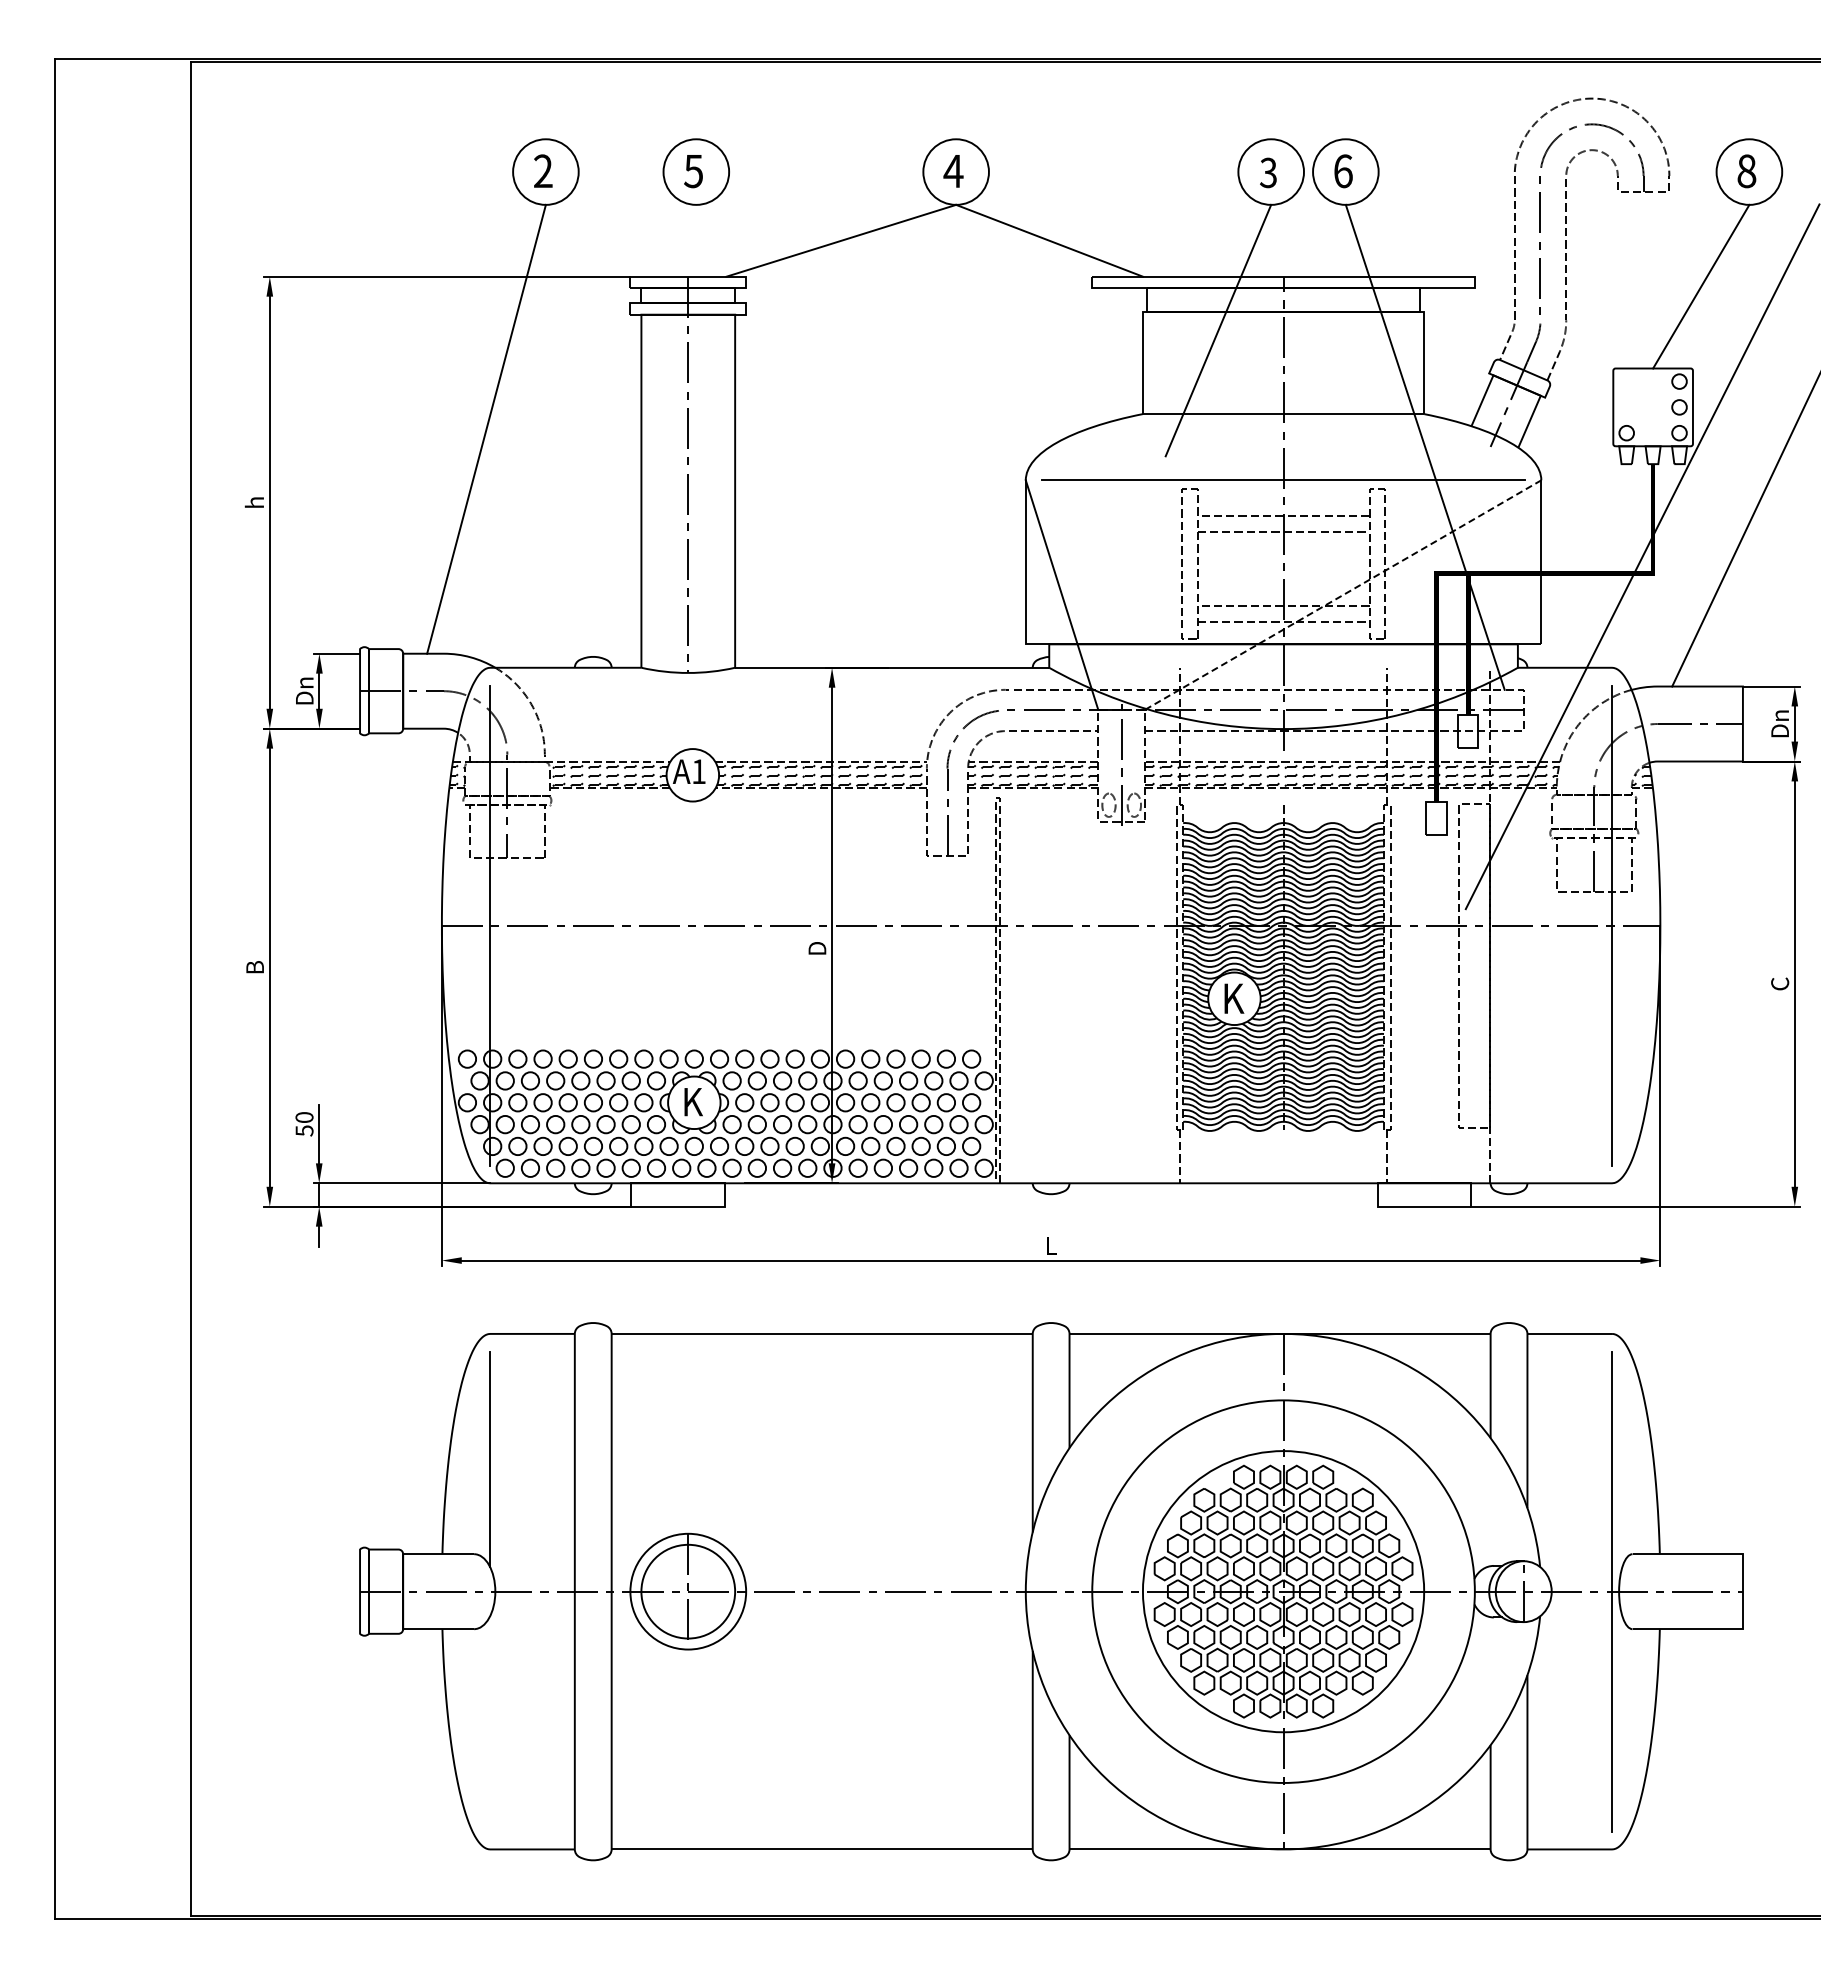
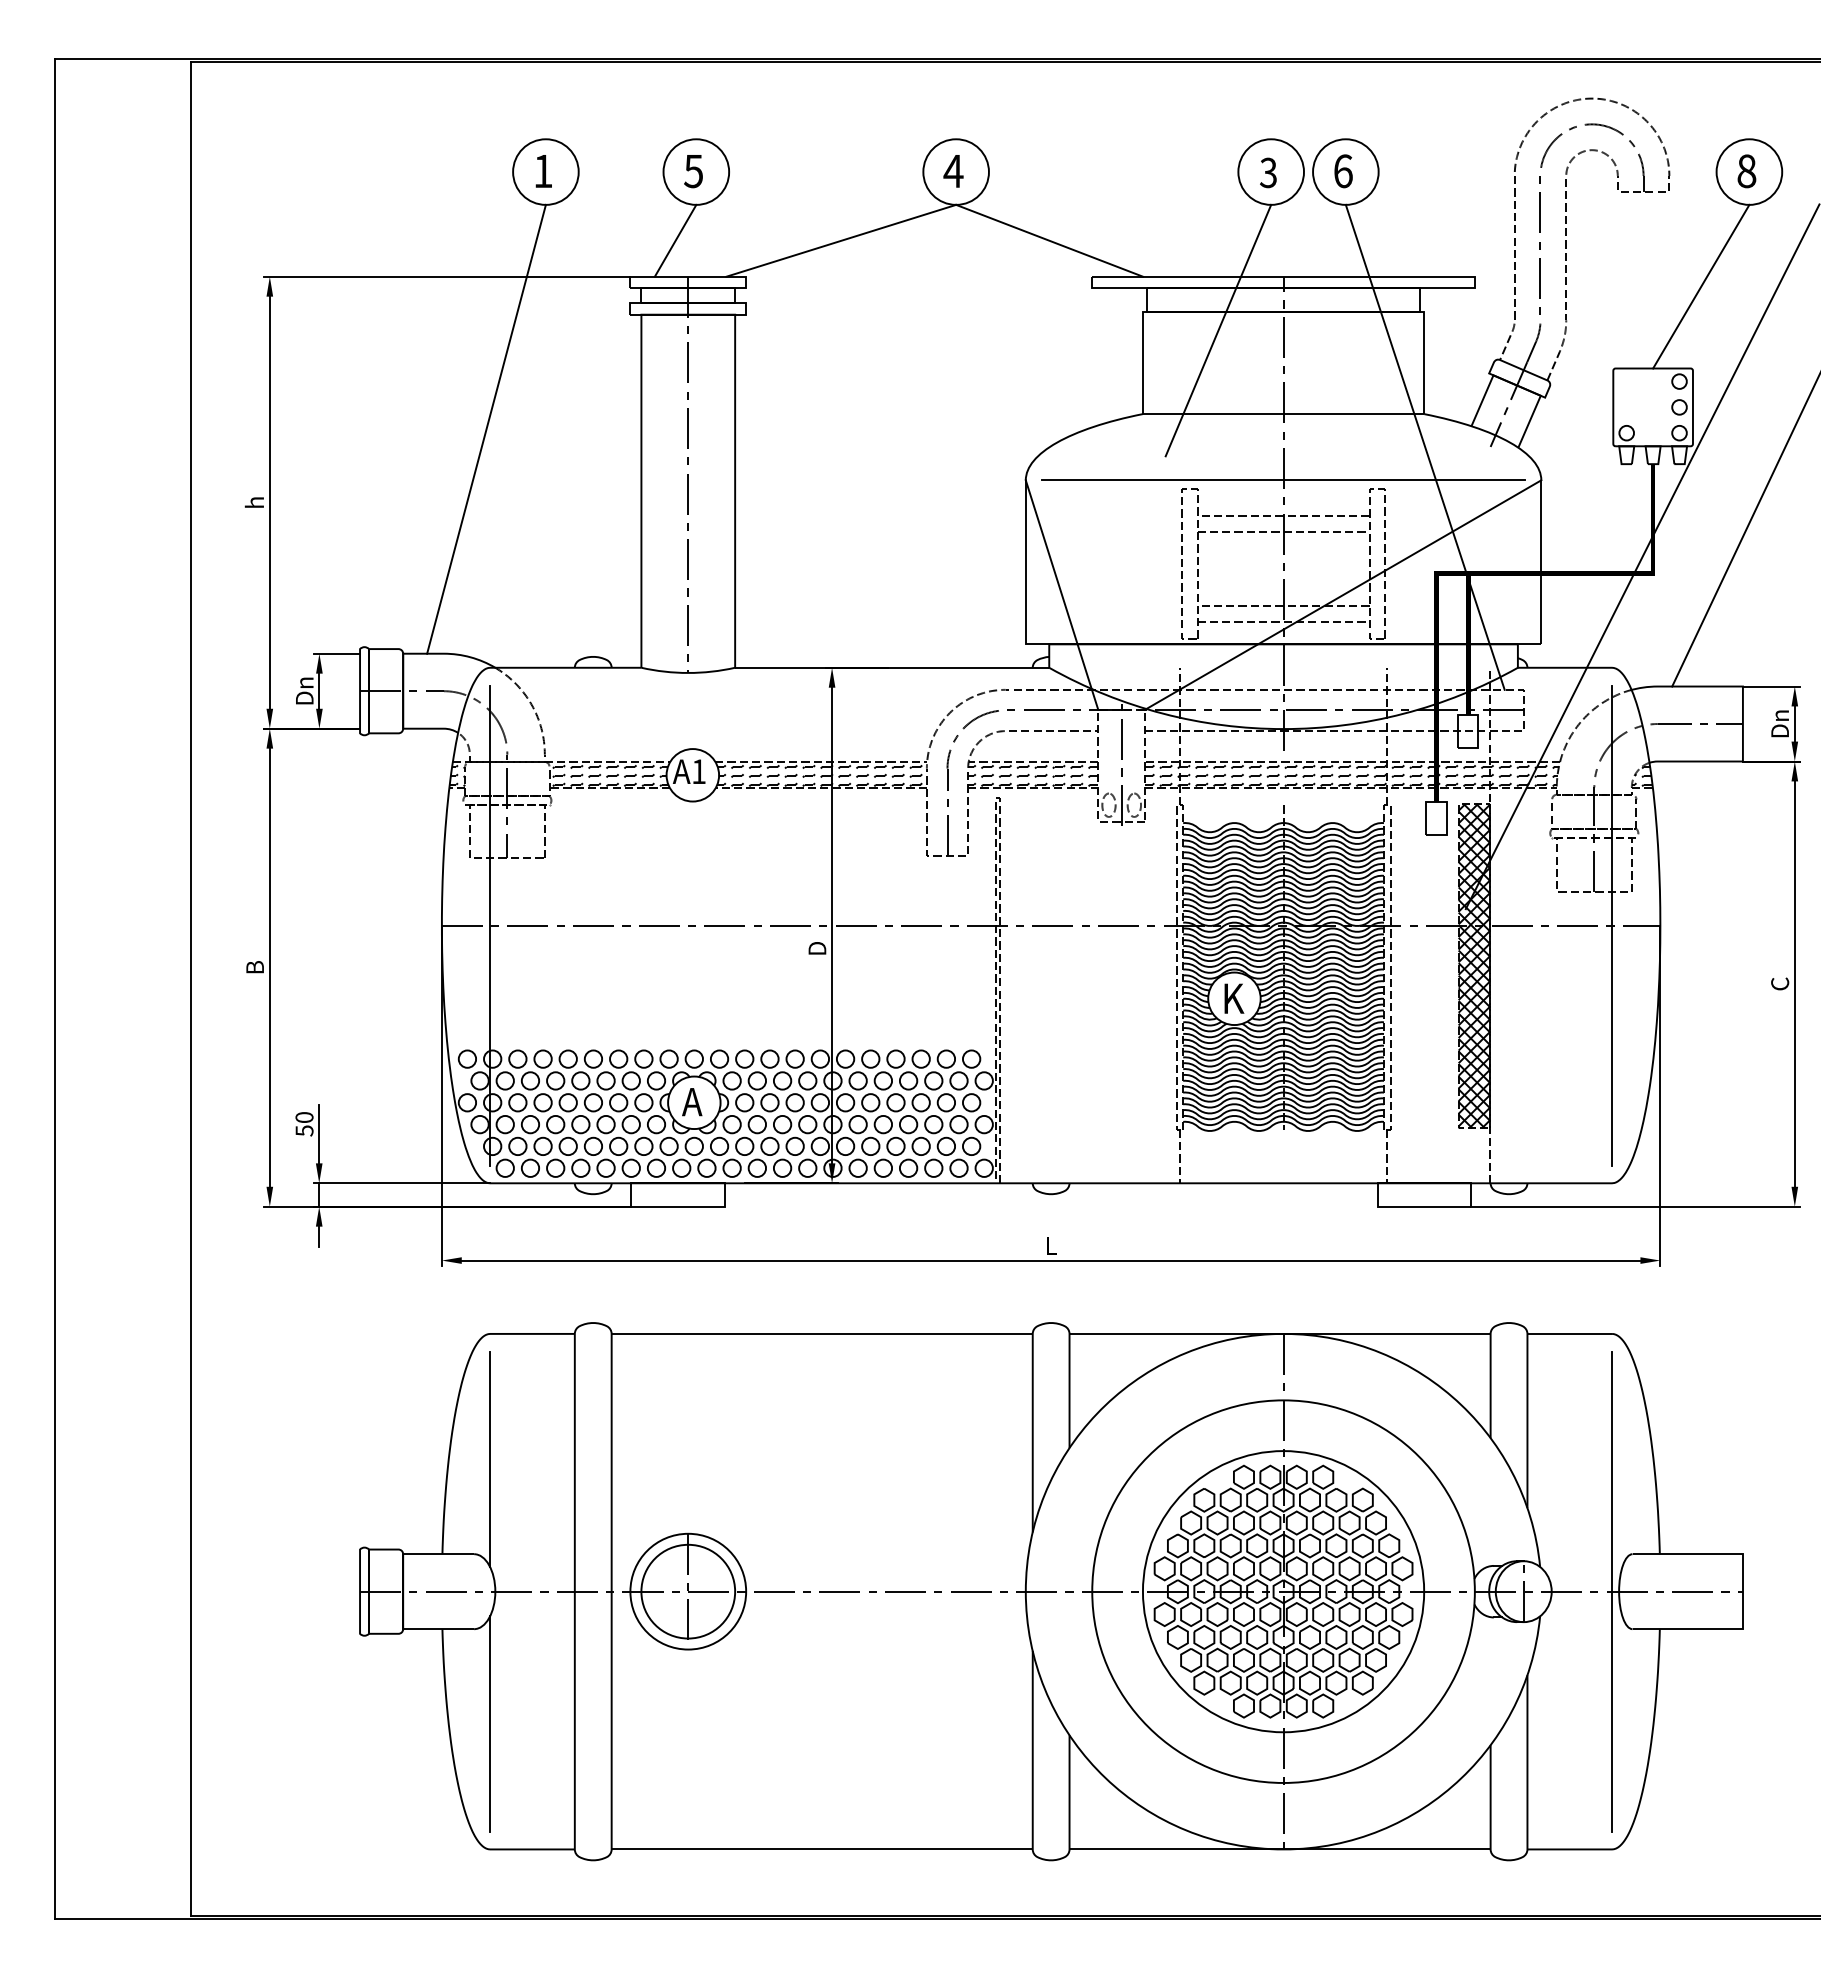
text at (543, 170): 2 -> 1
line at (675, 240): none -> present
line at (1343, 595): dashed -> solid
hatch at (1474, 966): none -> present
text at (692, 1102): K -> A
line at (490, 1723): none -> present
